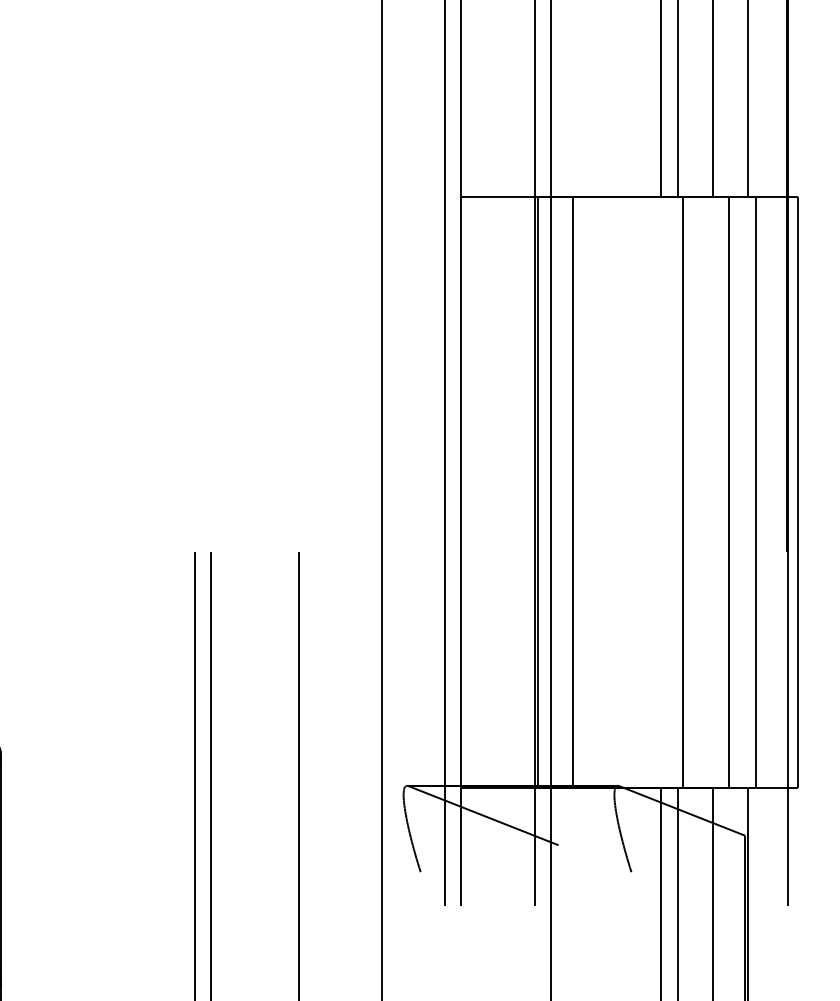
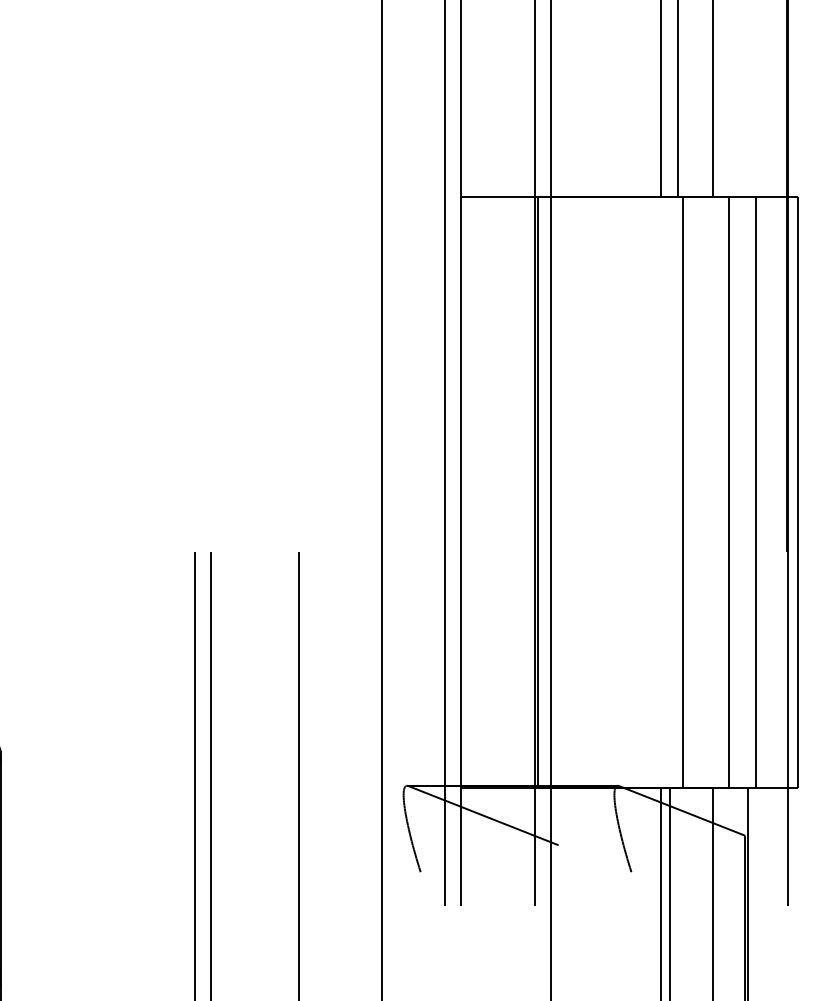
line at (747, 99): present -> none
line at (573, 492): present -> none
line at (678, 892) position: (678, 892) -> (670, 892)
